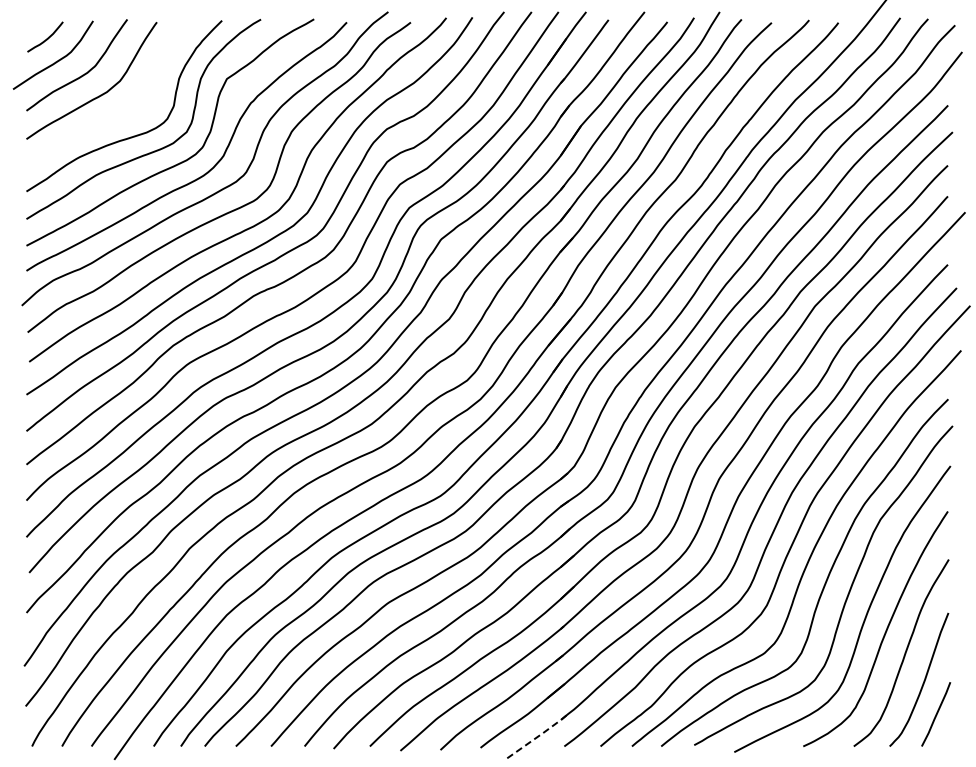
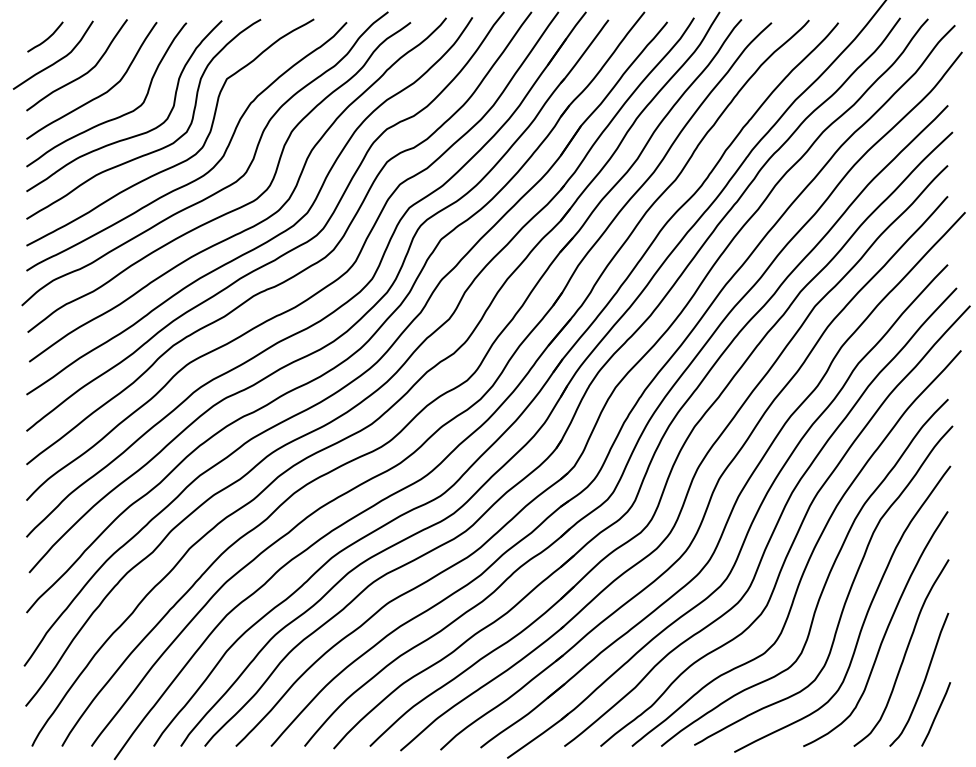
curve at (117, 116): none -> present
line at (539, 735): dashed -> solid
